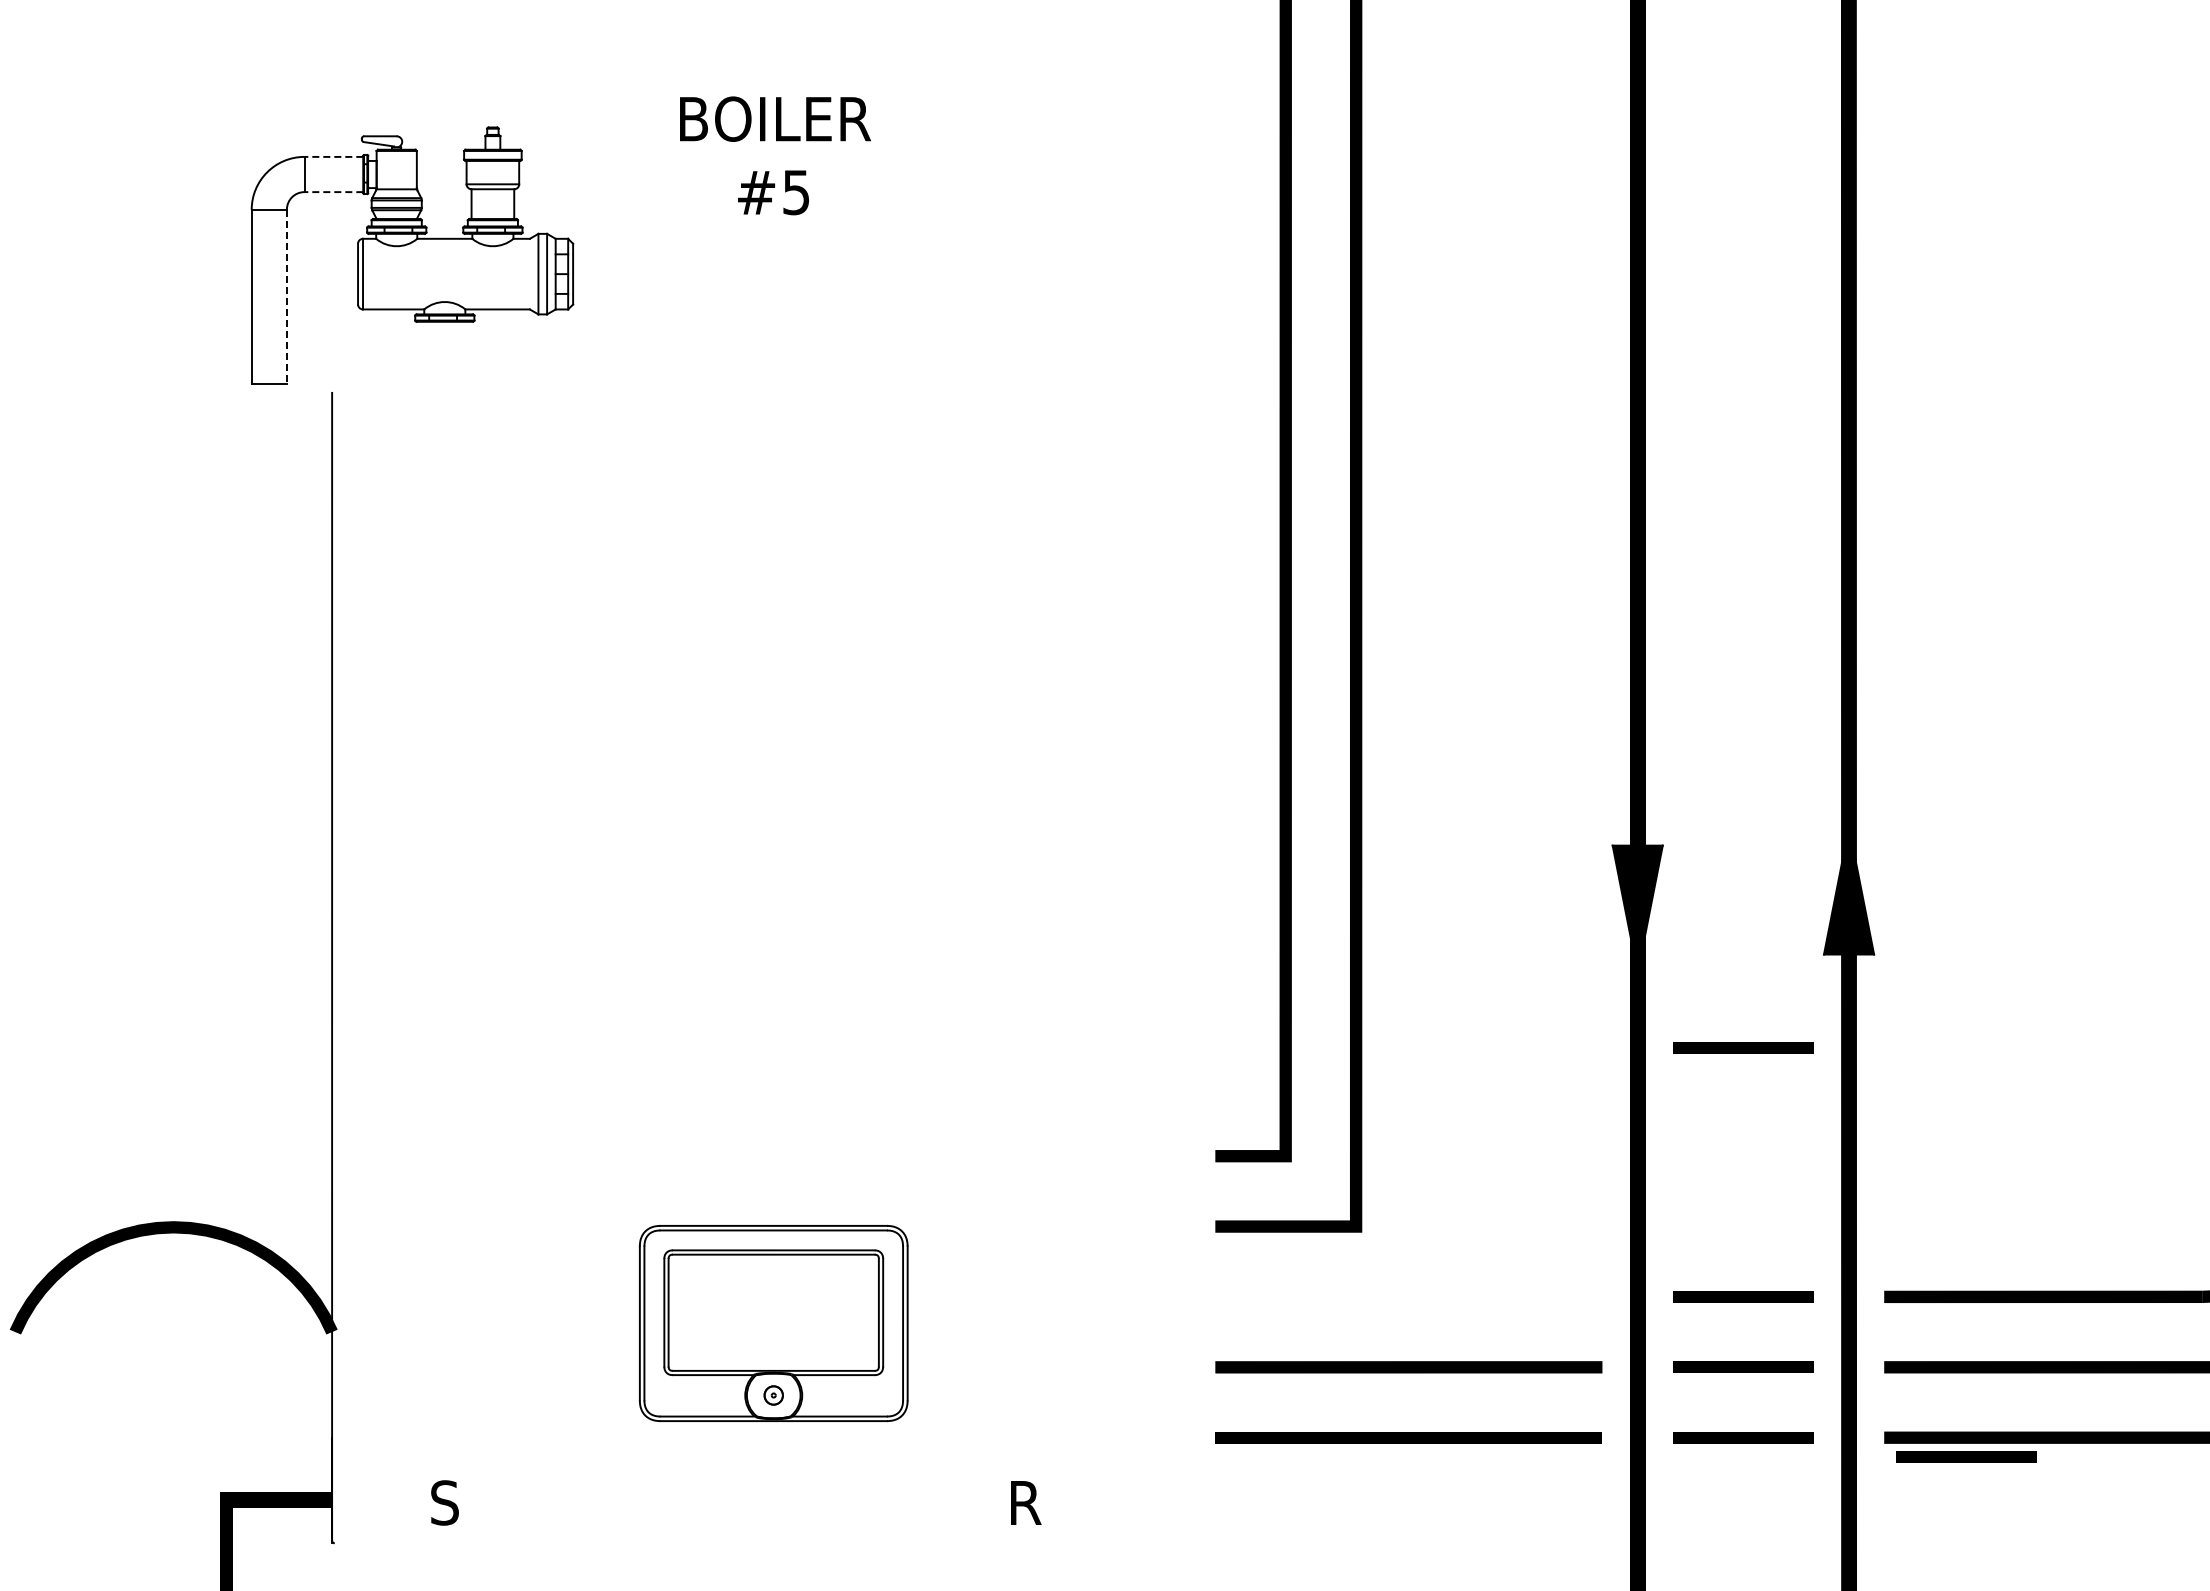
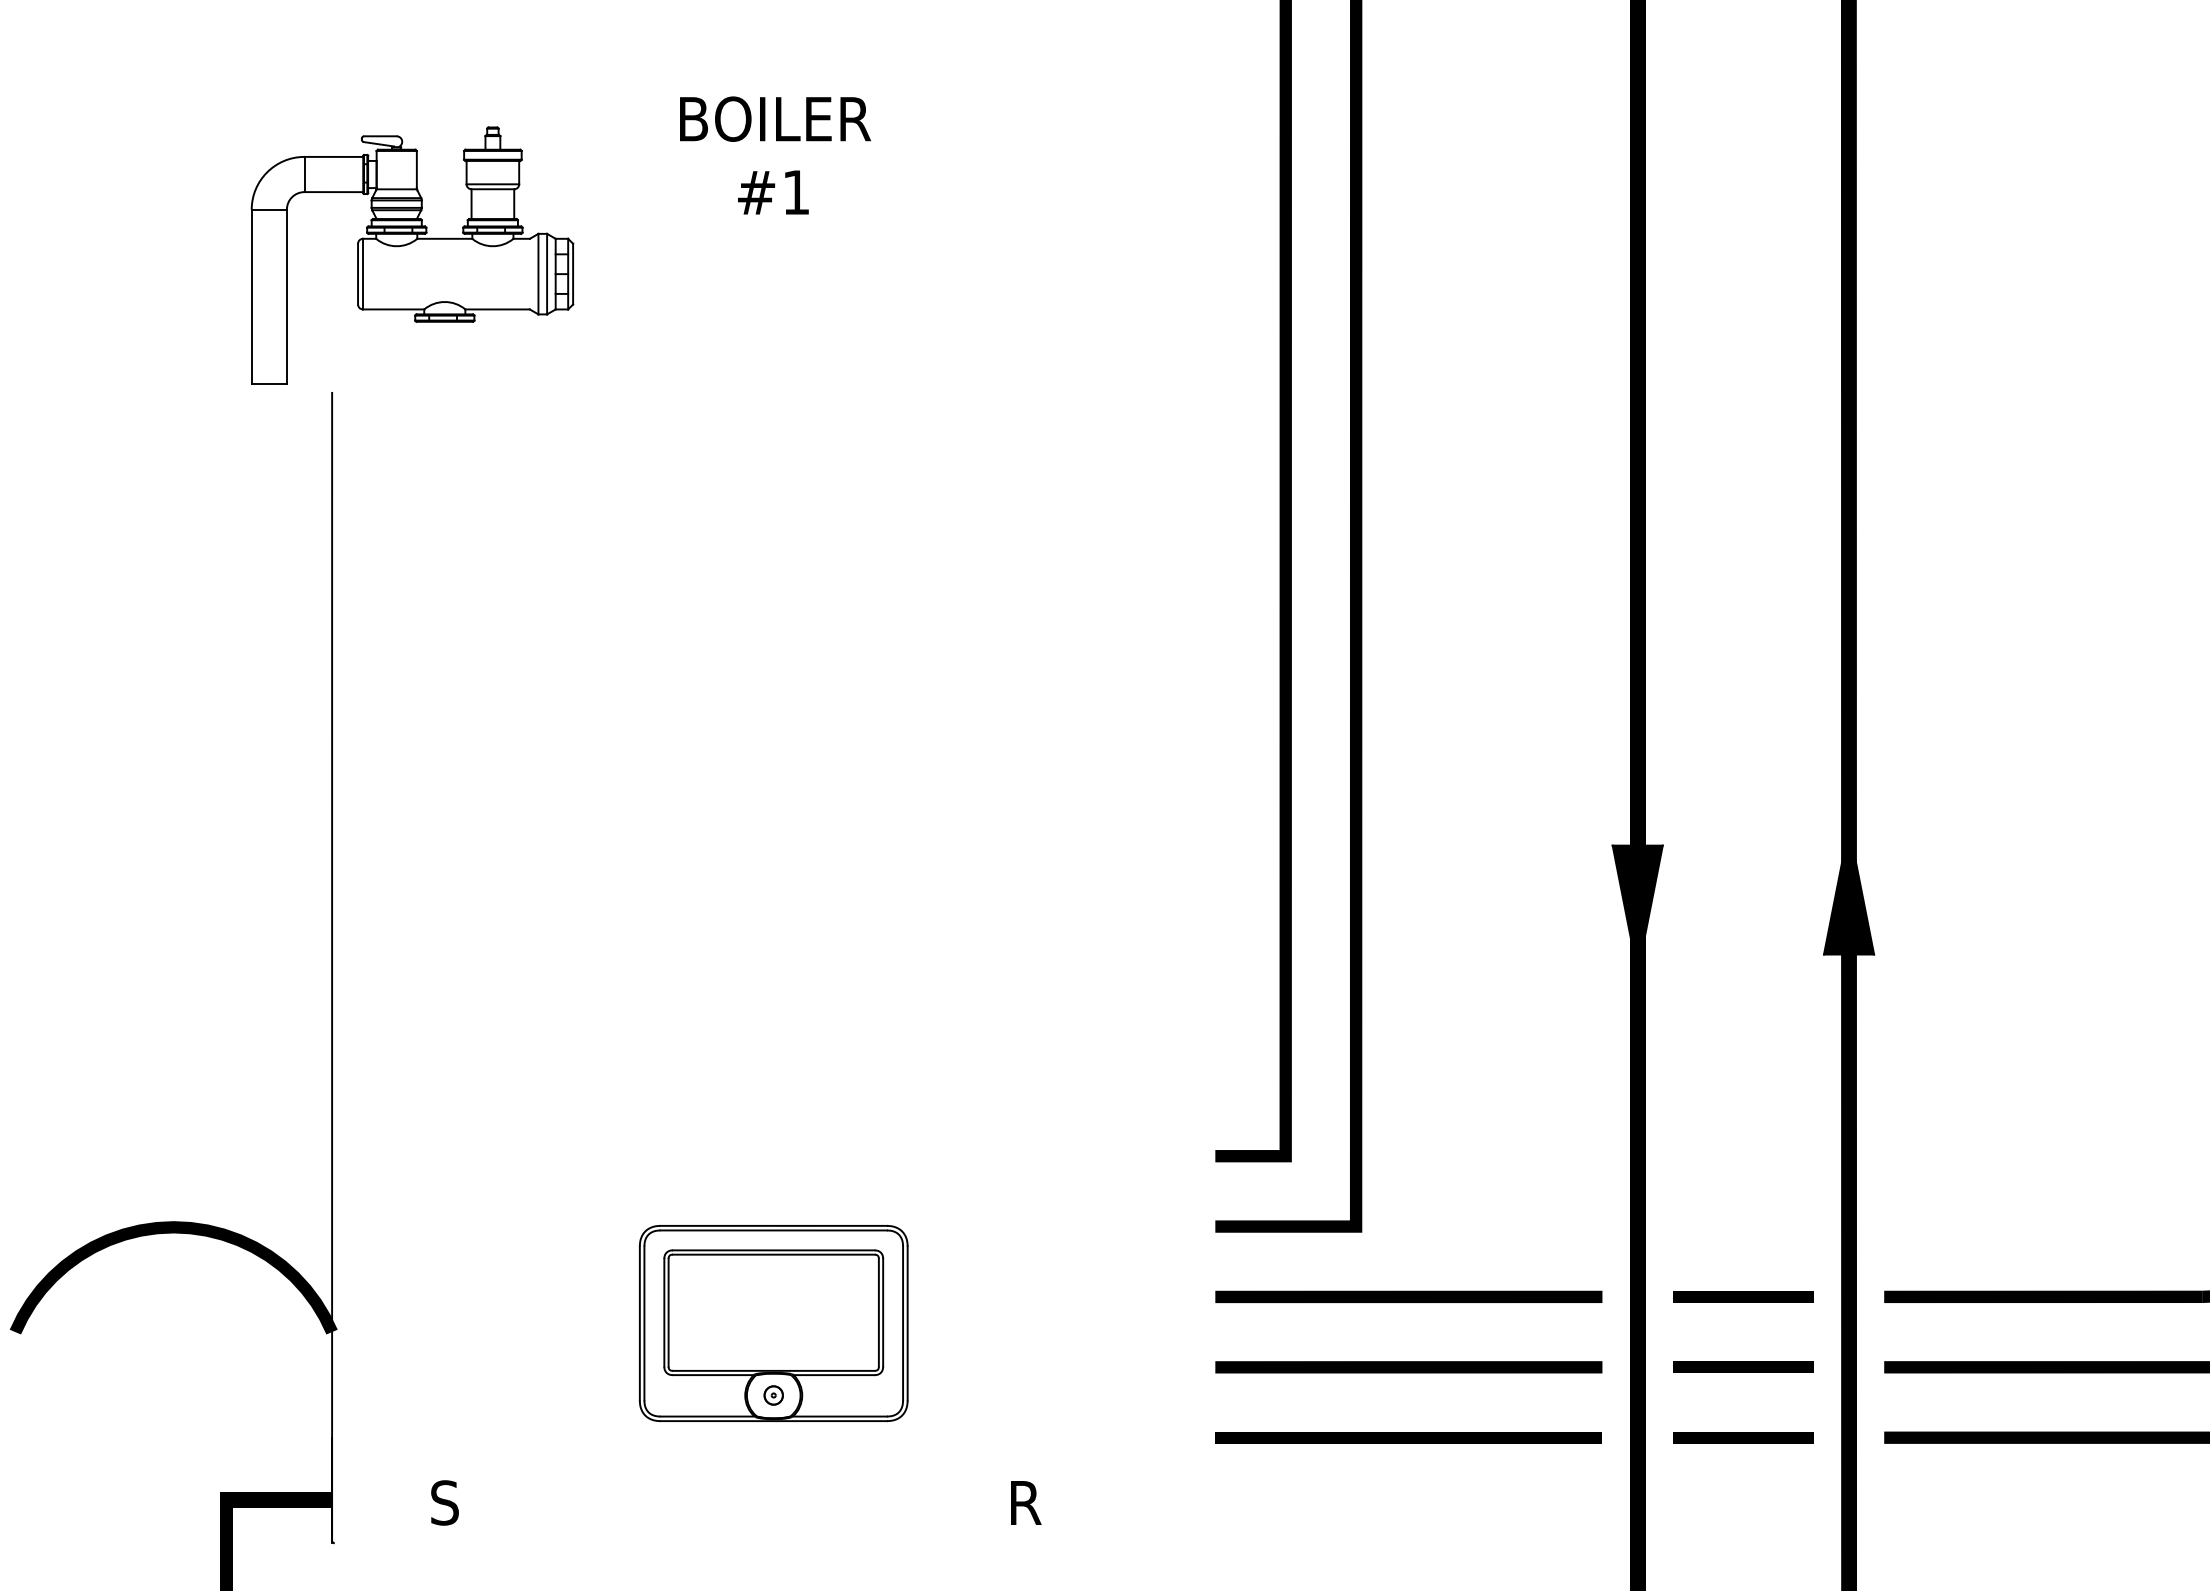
line at (333, 156): dashed -> solid
line at (333, 192): dashed -> solid
text at (795, 192): #5 -> #1
line at (286, 297): dashed -> solid
line at (1743, 1047): present -> none
line at (1408, 1296): none -> present
line at (1966, 1456): present -> none
